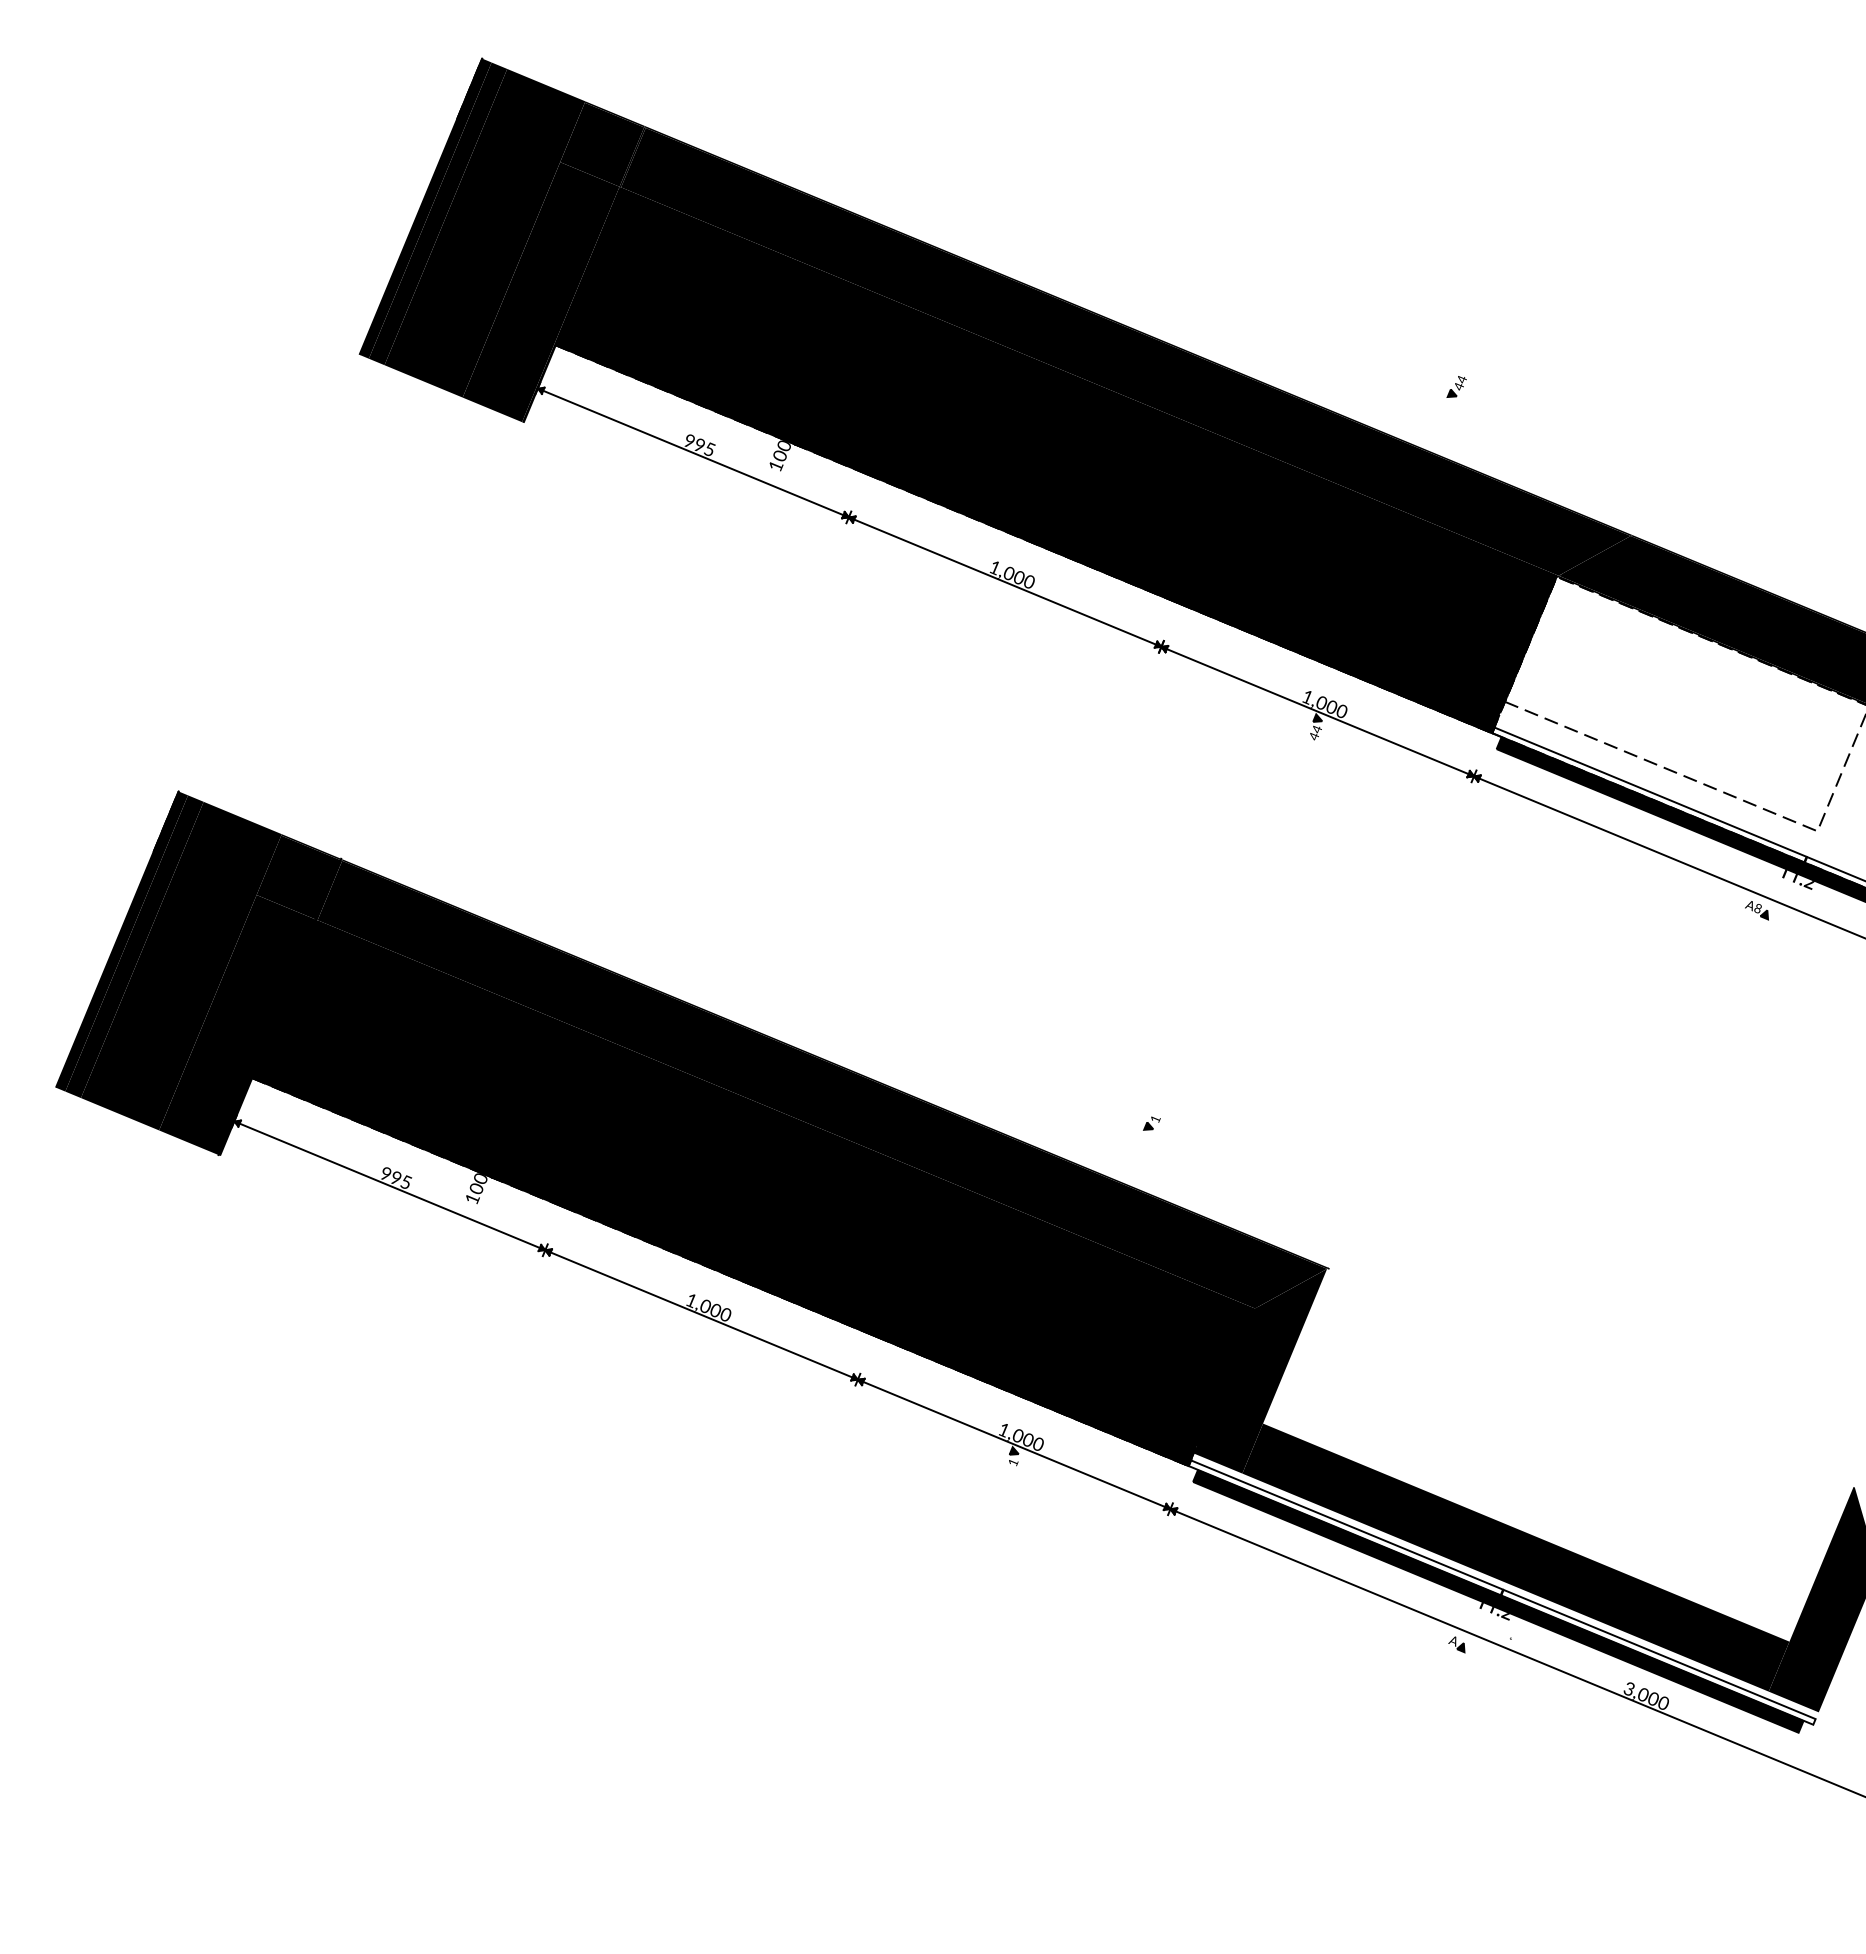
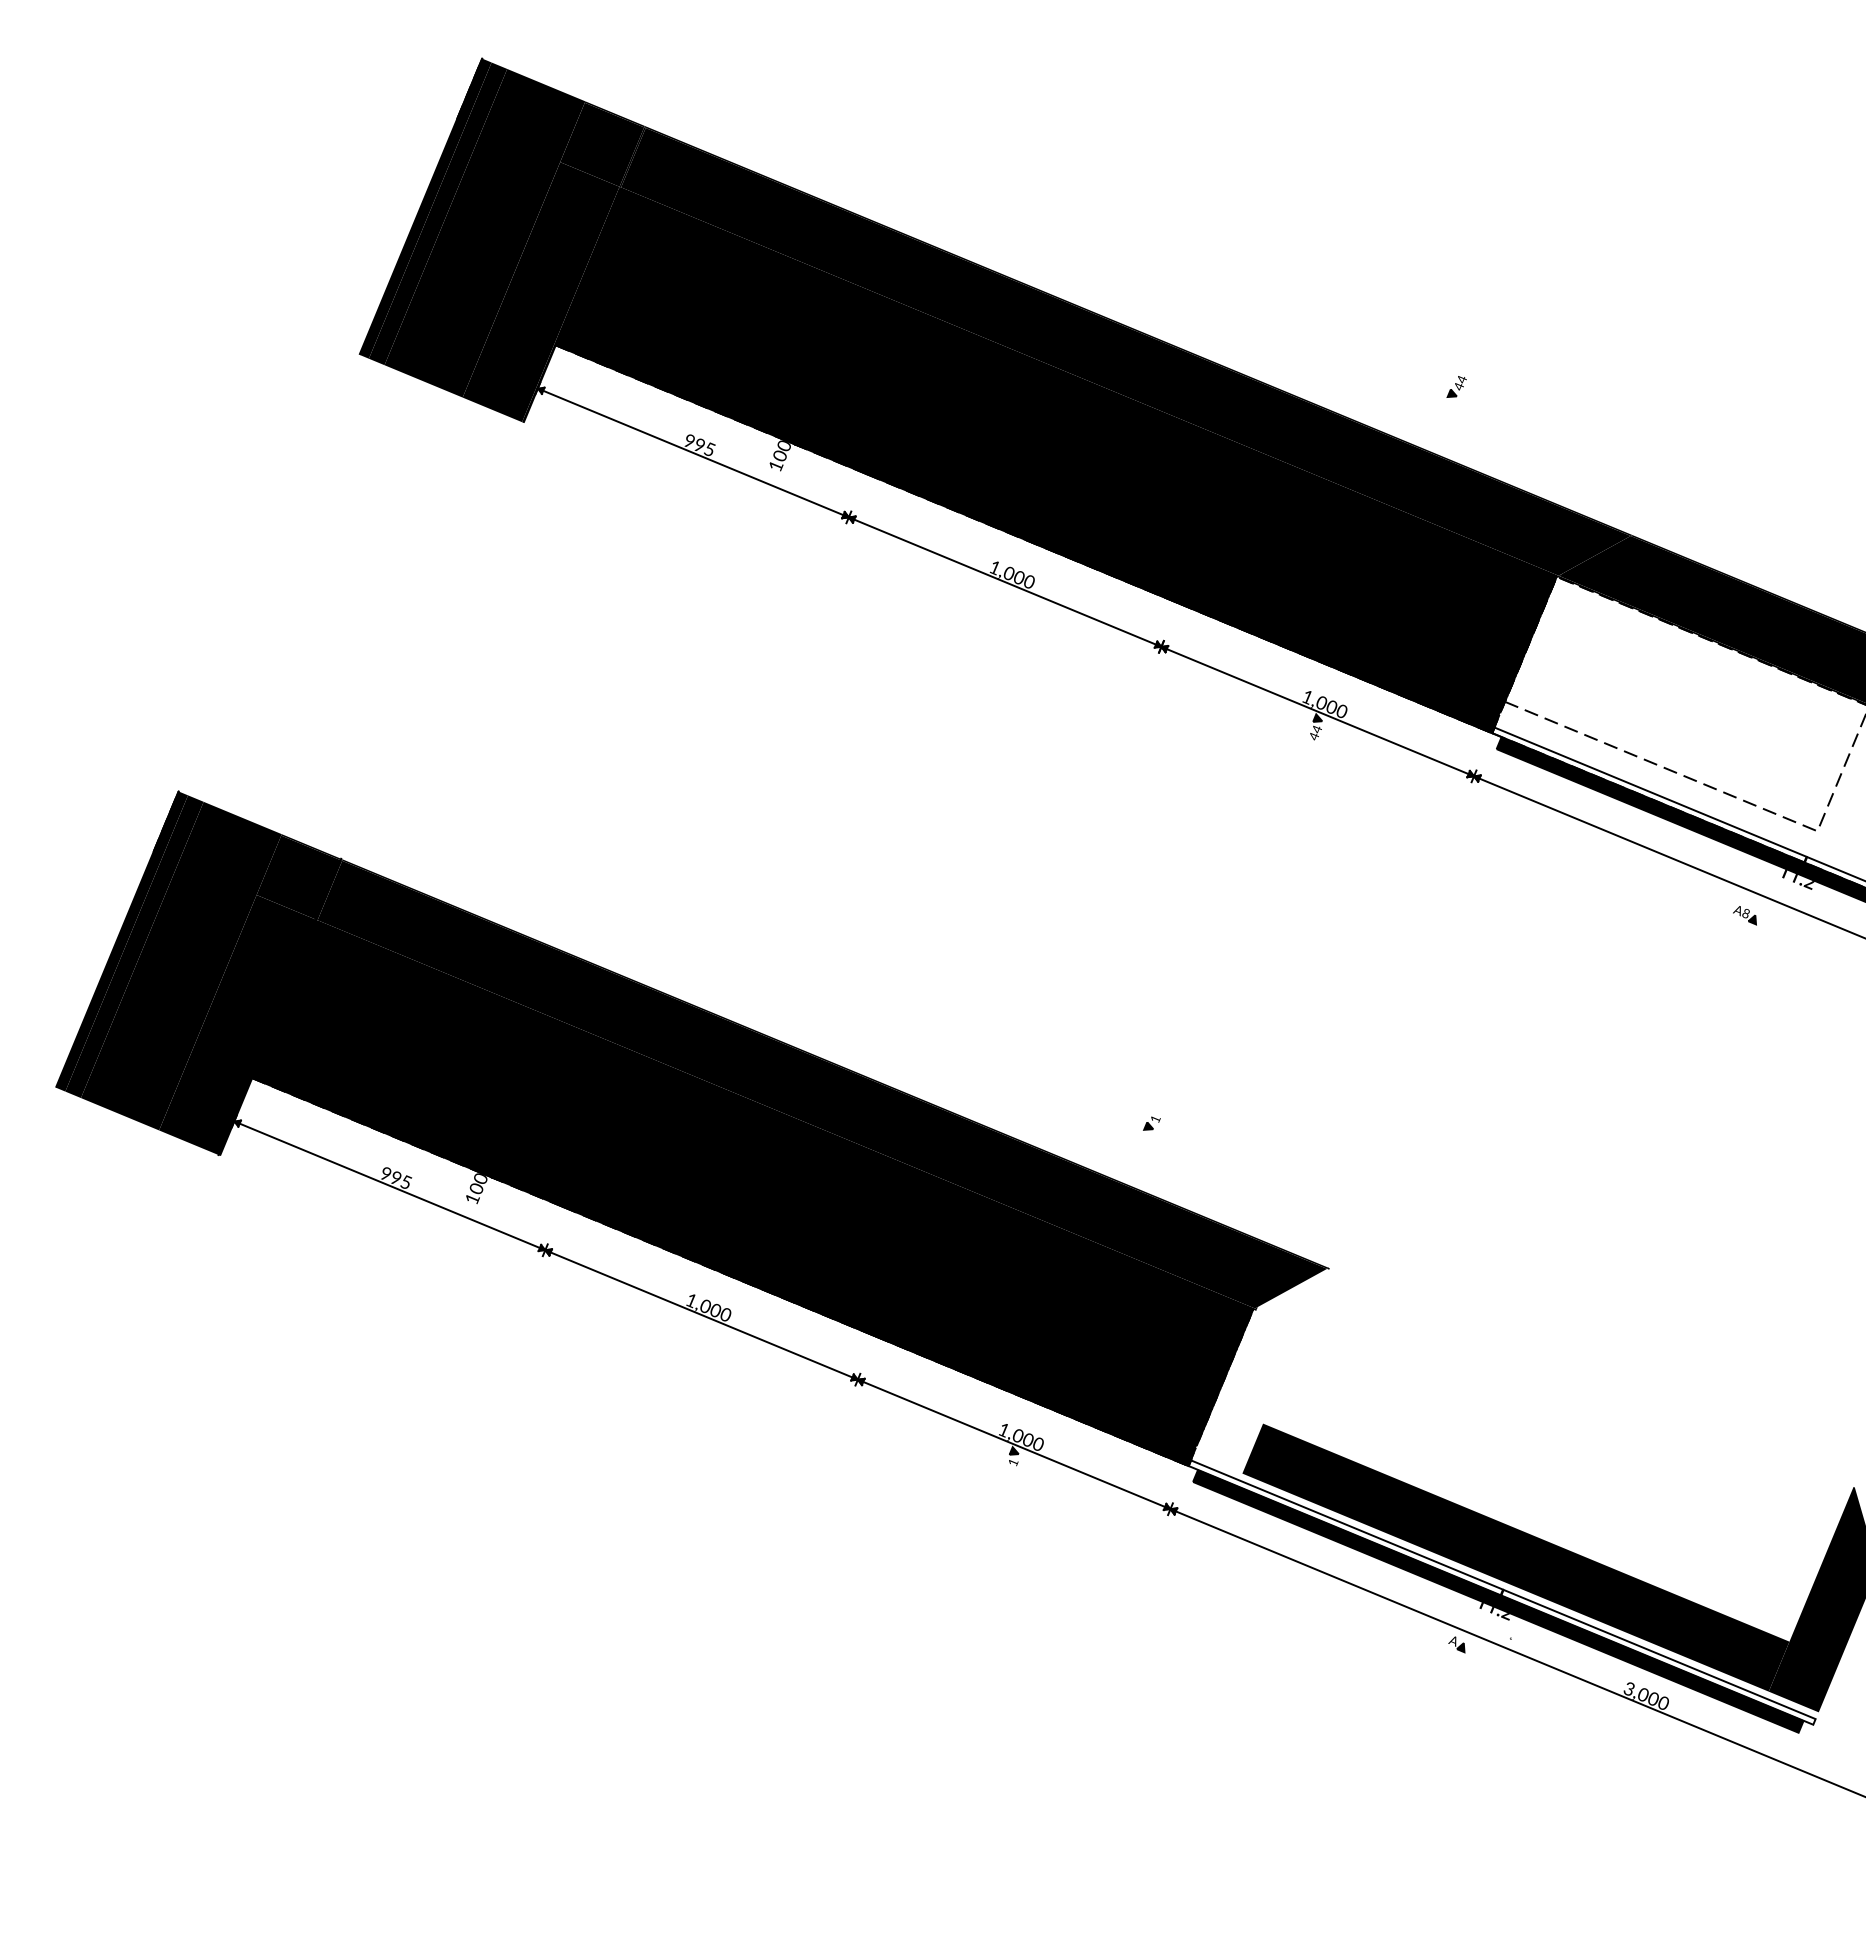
part at (1756, 910) position: (1756, 910) -> (1744, 915)
fill at (1260, 1370): present -> none
